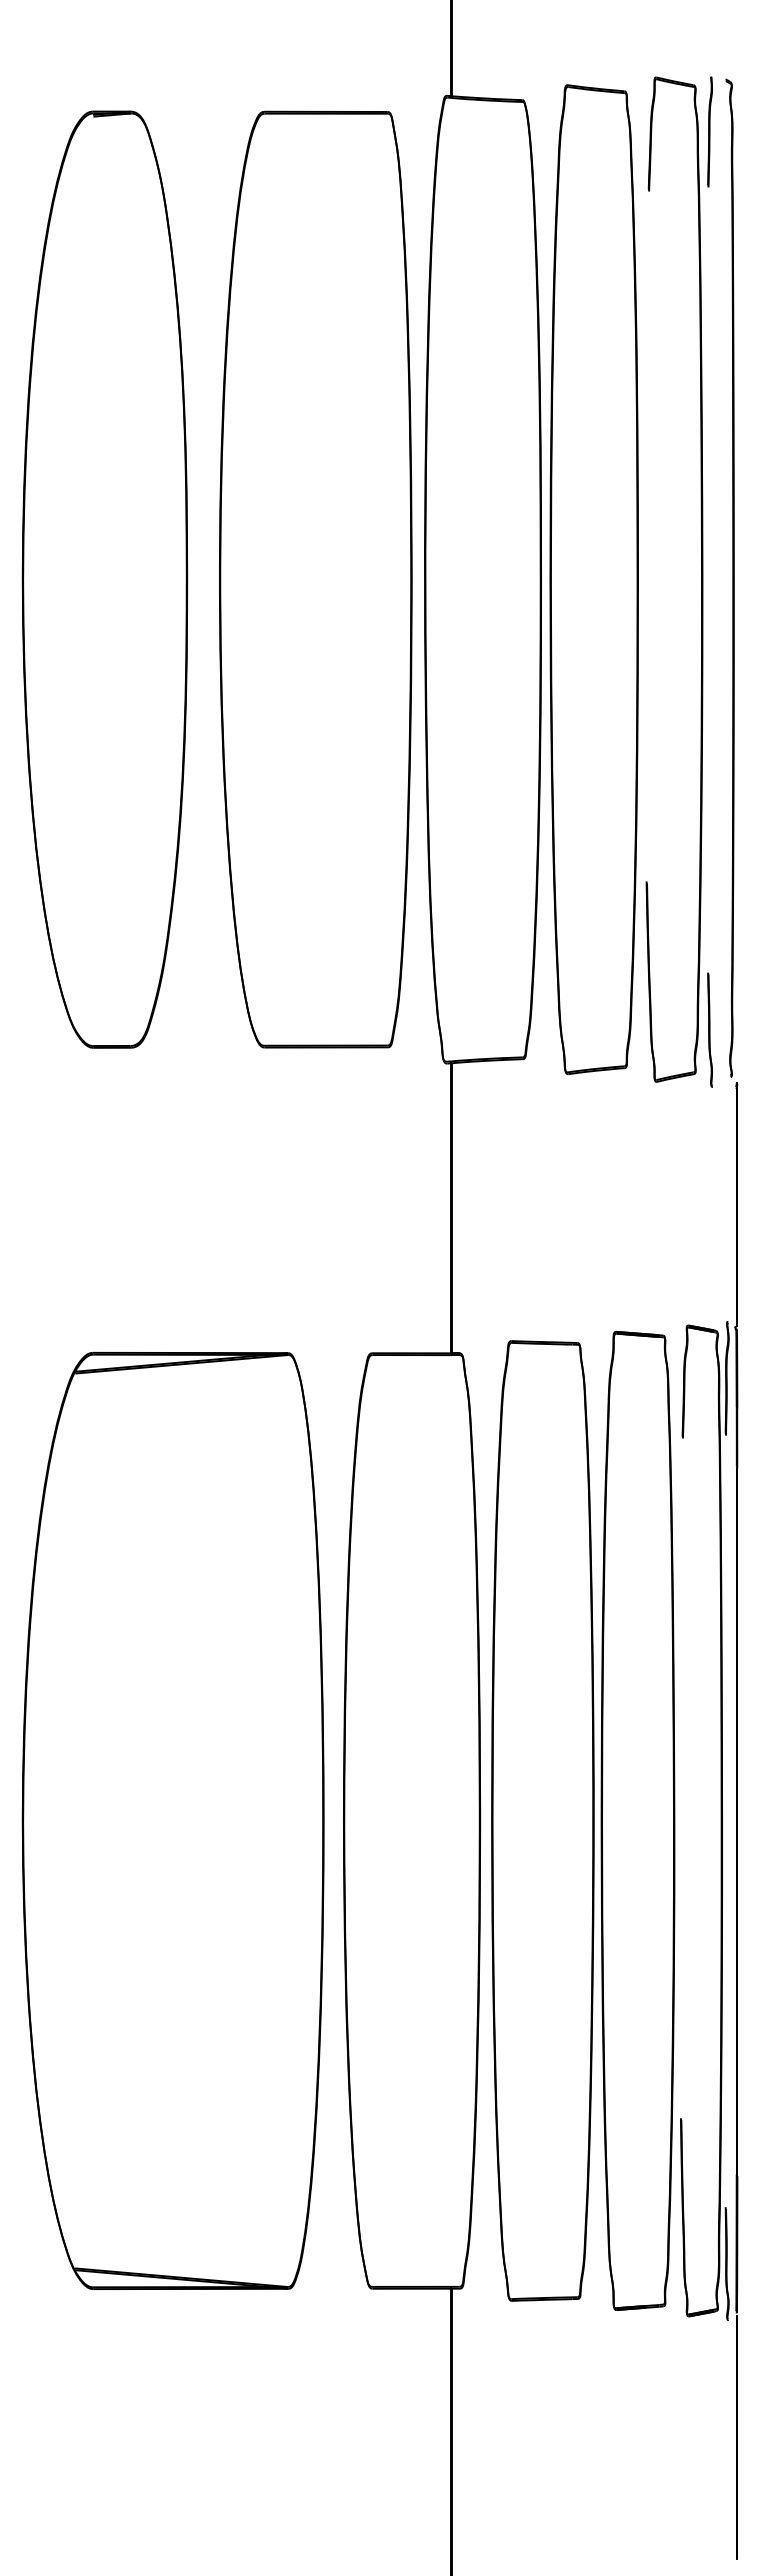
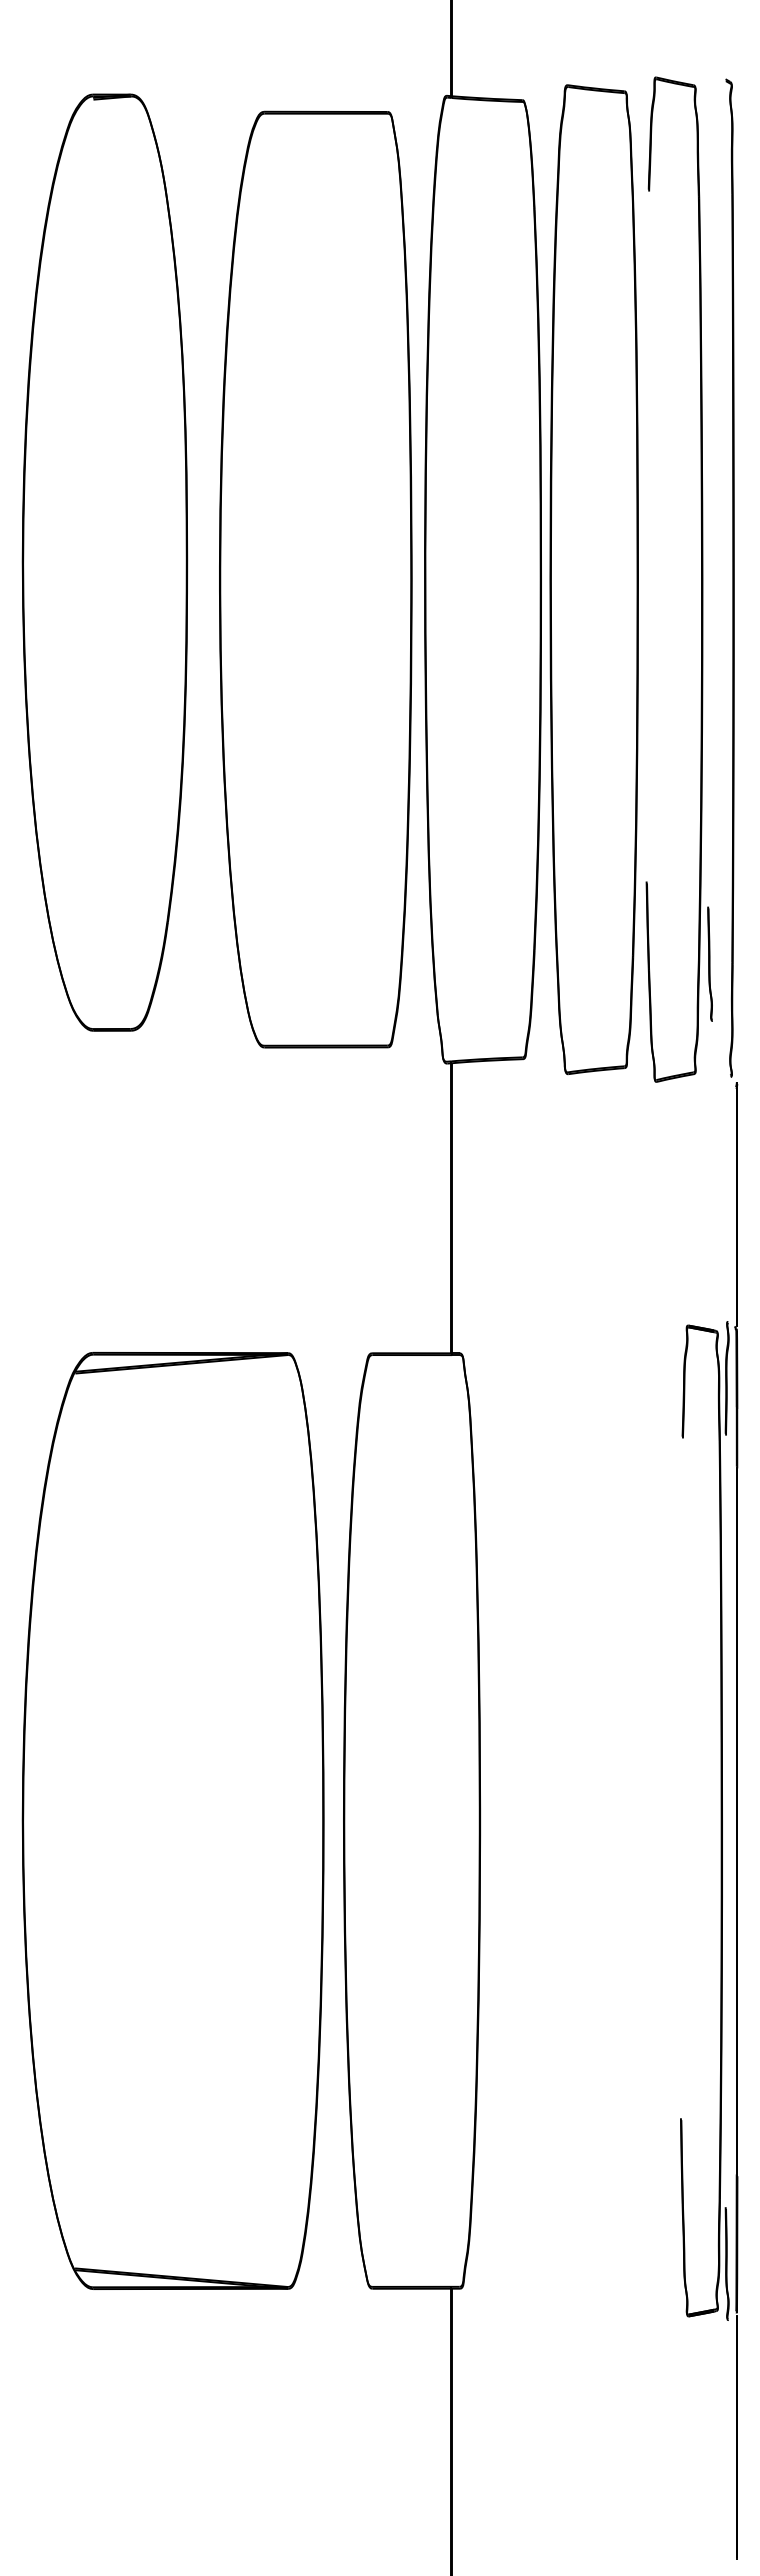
line at (709, 131): present -> none
part at (104, 579) position: (104, 579) -> (104, 562)
line at (709, 1029) position: (709, 1029) -> (709, 963)
part at (583, 1820): present -> none
